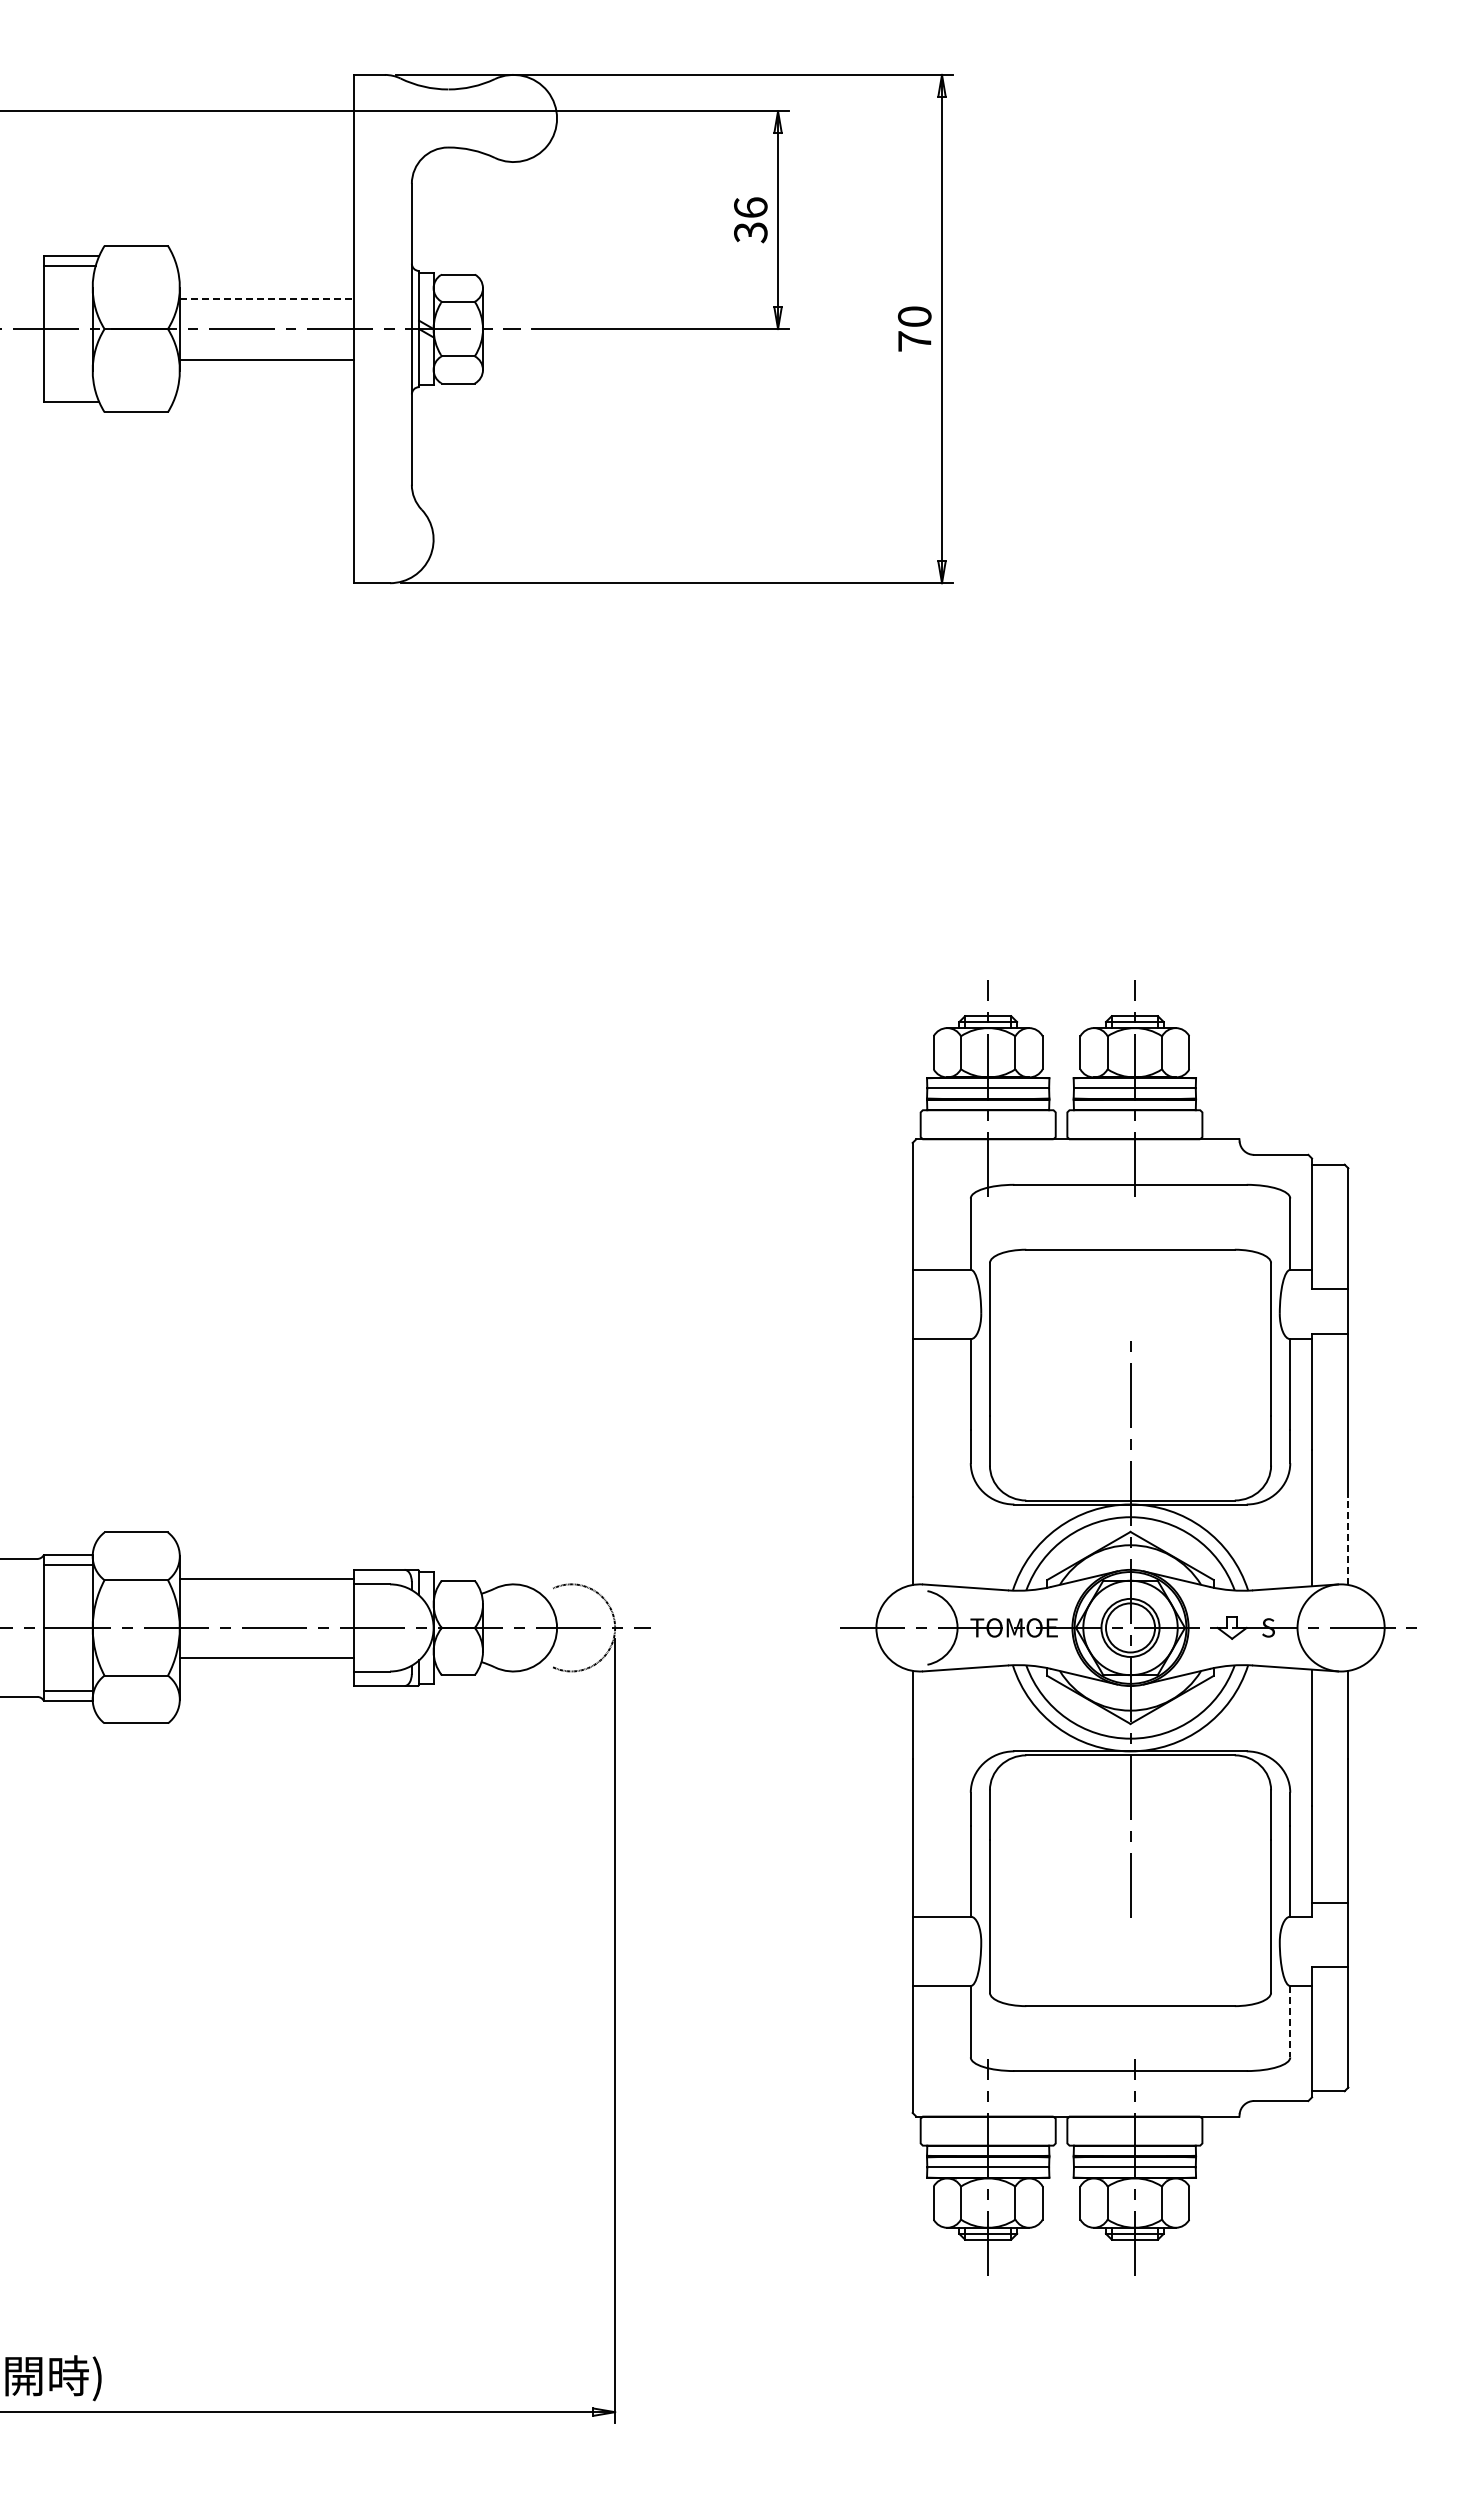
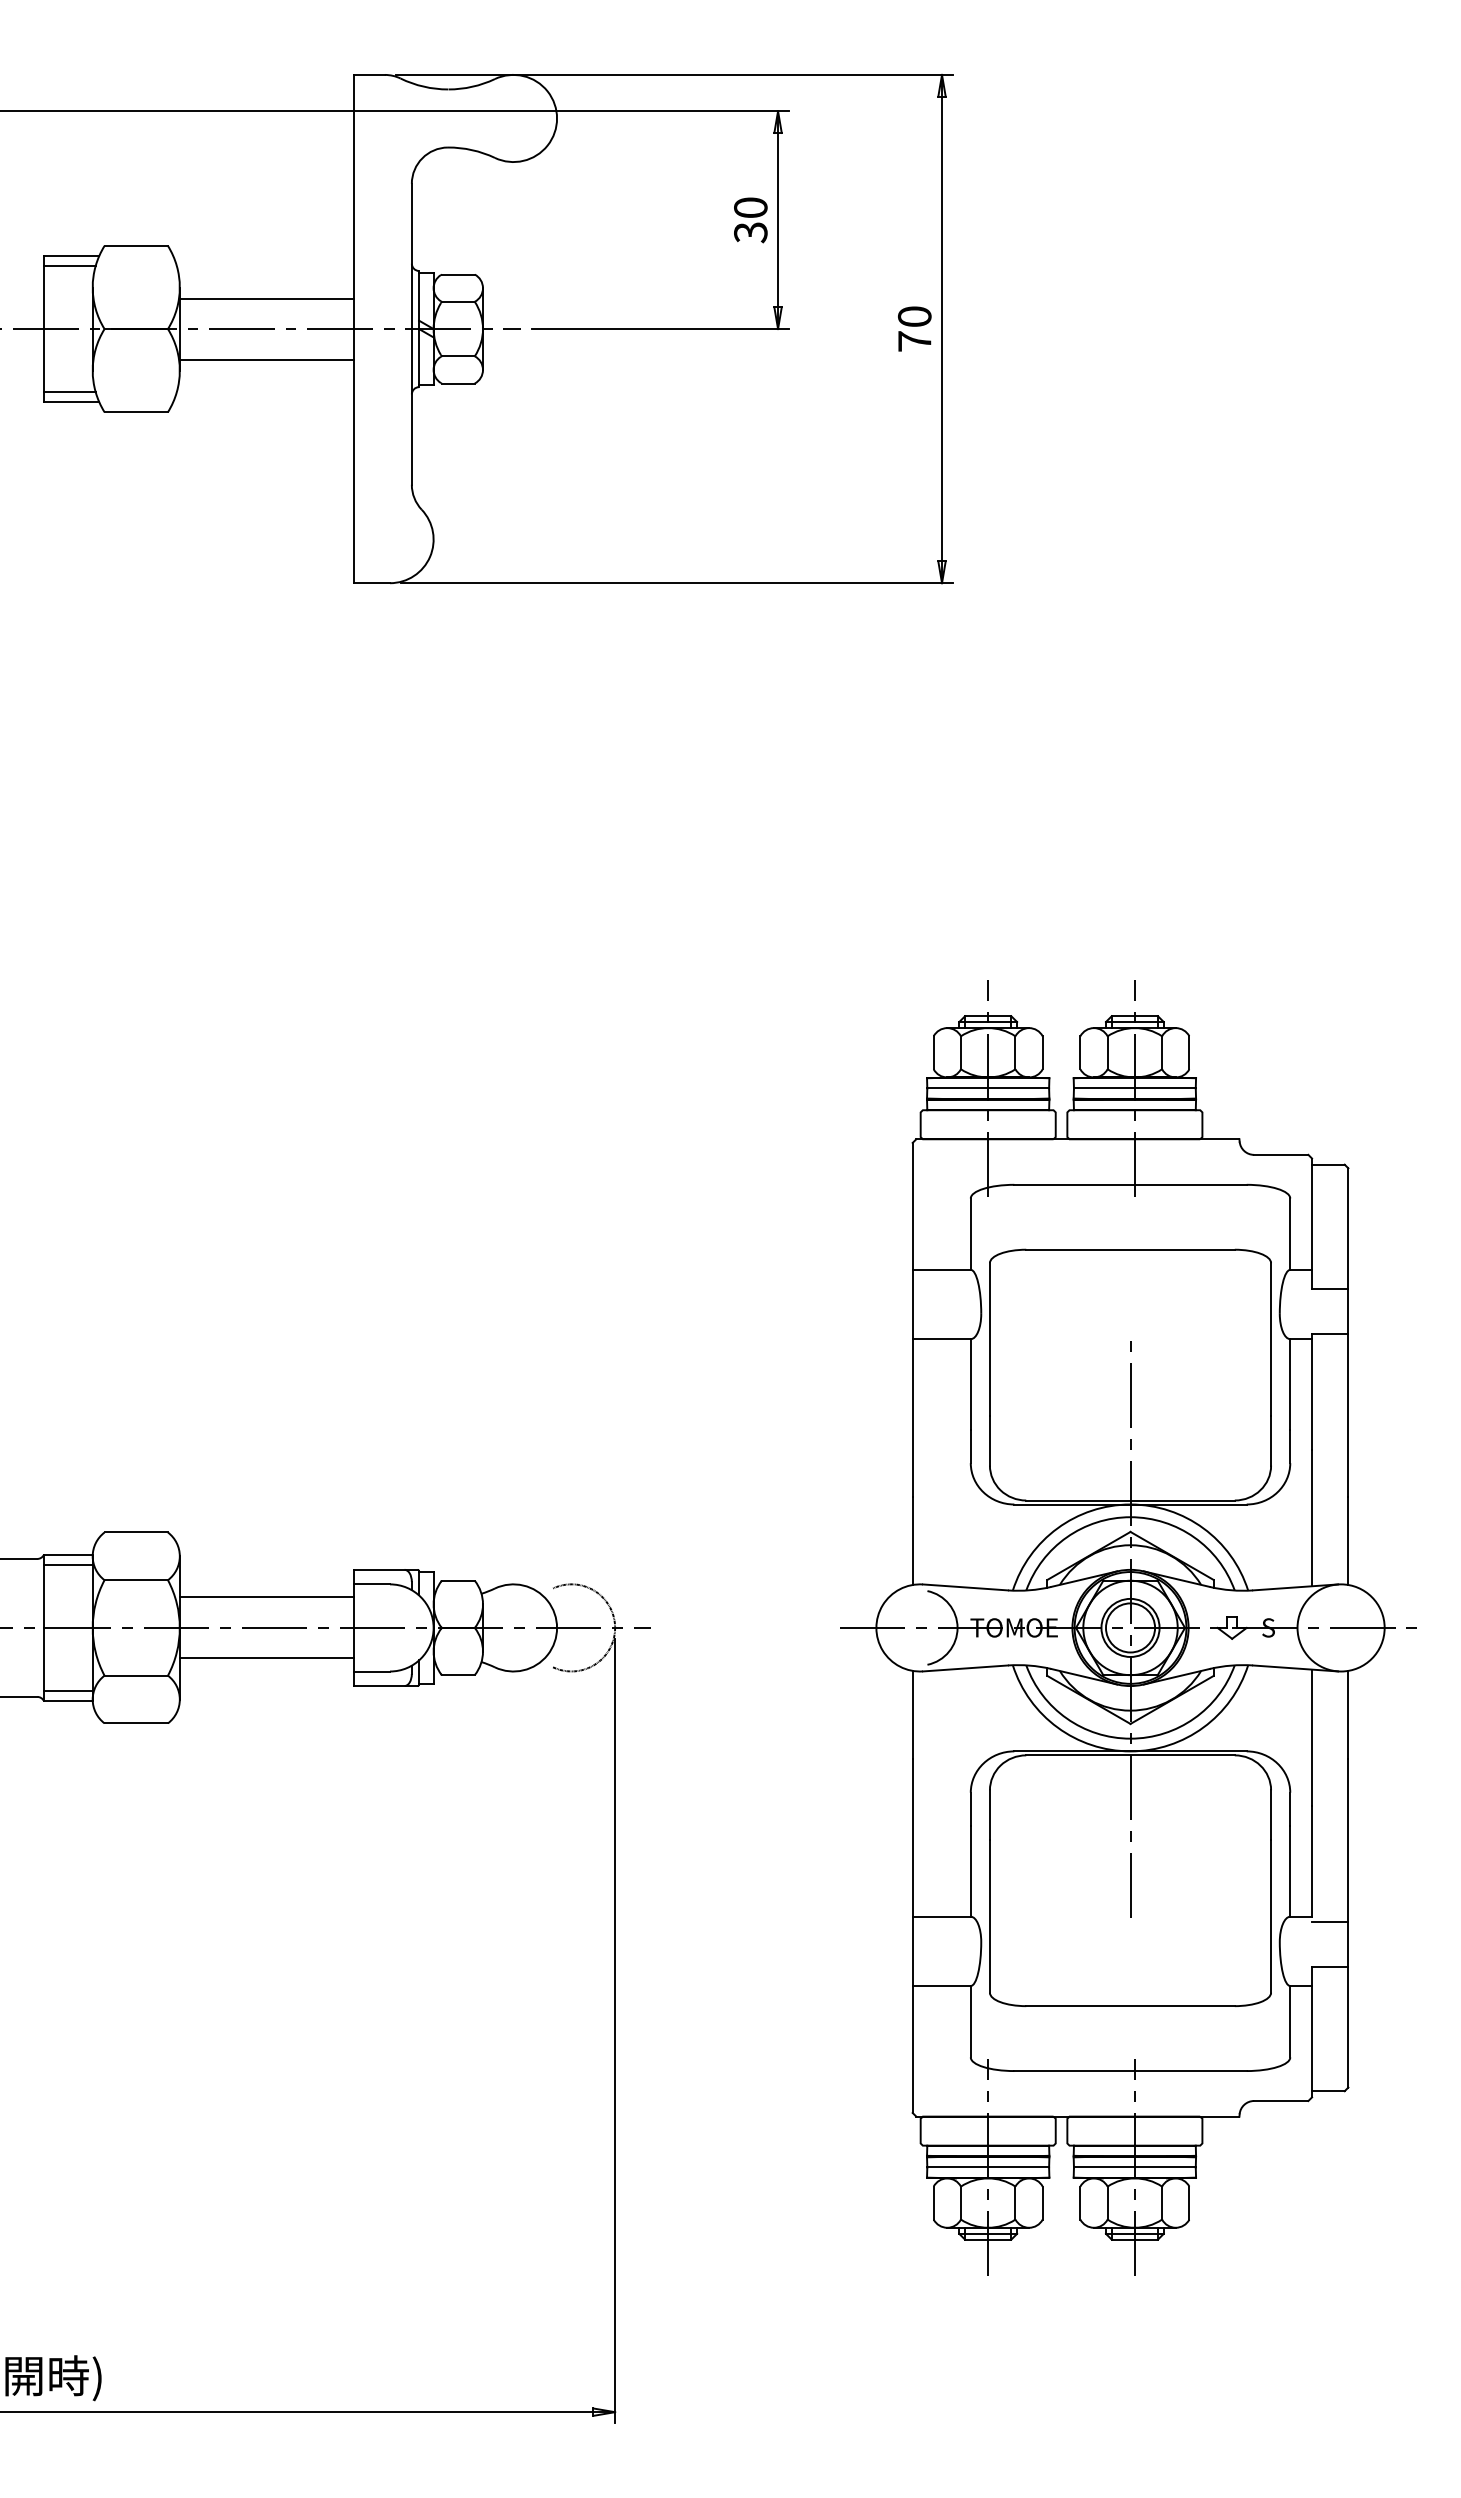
text at (750, 207): 36 -> 30
line at (266, 298): dashed -> solid
line at (69, 391): none -> present
line at (1348, 1541): dashed -> solid
line at (266, 1579) position: (266, 1579) -> (266, 1597)
line at (1330, 1903) position: (1330, 1903) -> (1330, 1922)
line at (1290, 2021): dashed -> solid
